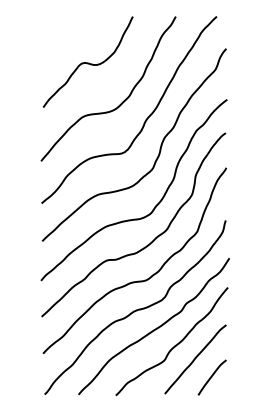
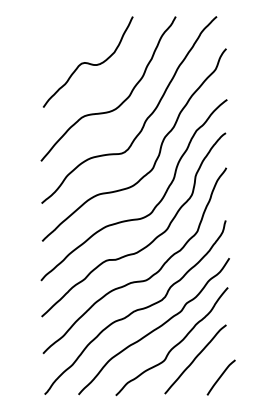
curve at (211, 377) position: (211, 377) -> (220, 377)
